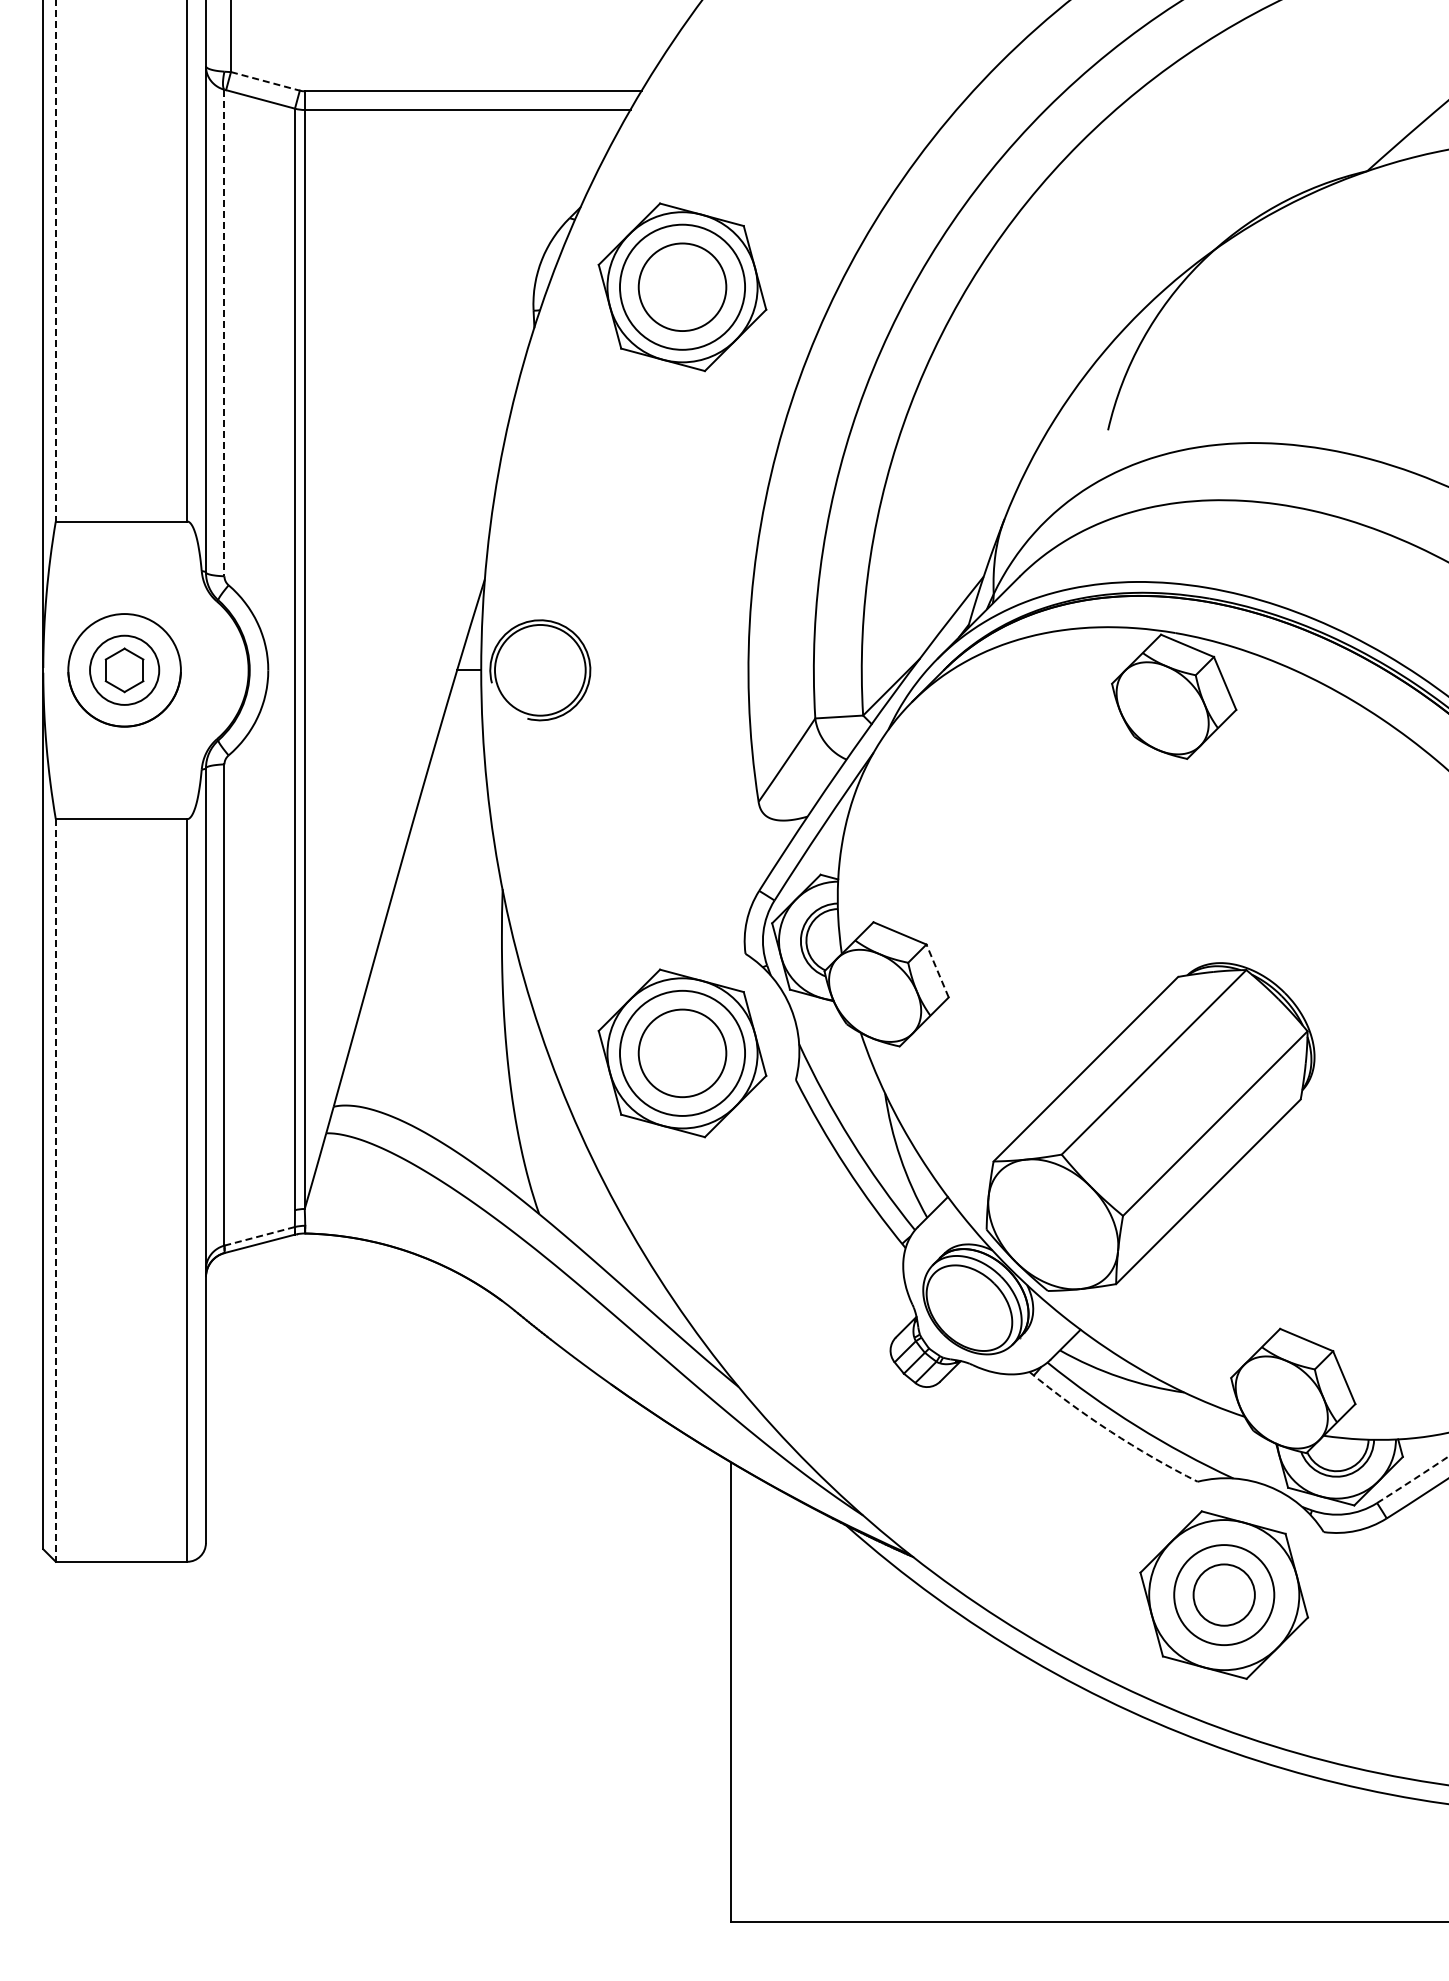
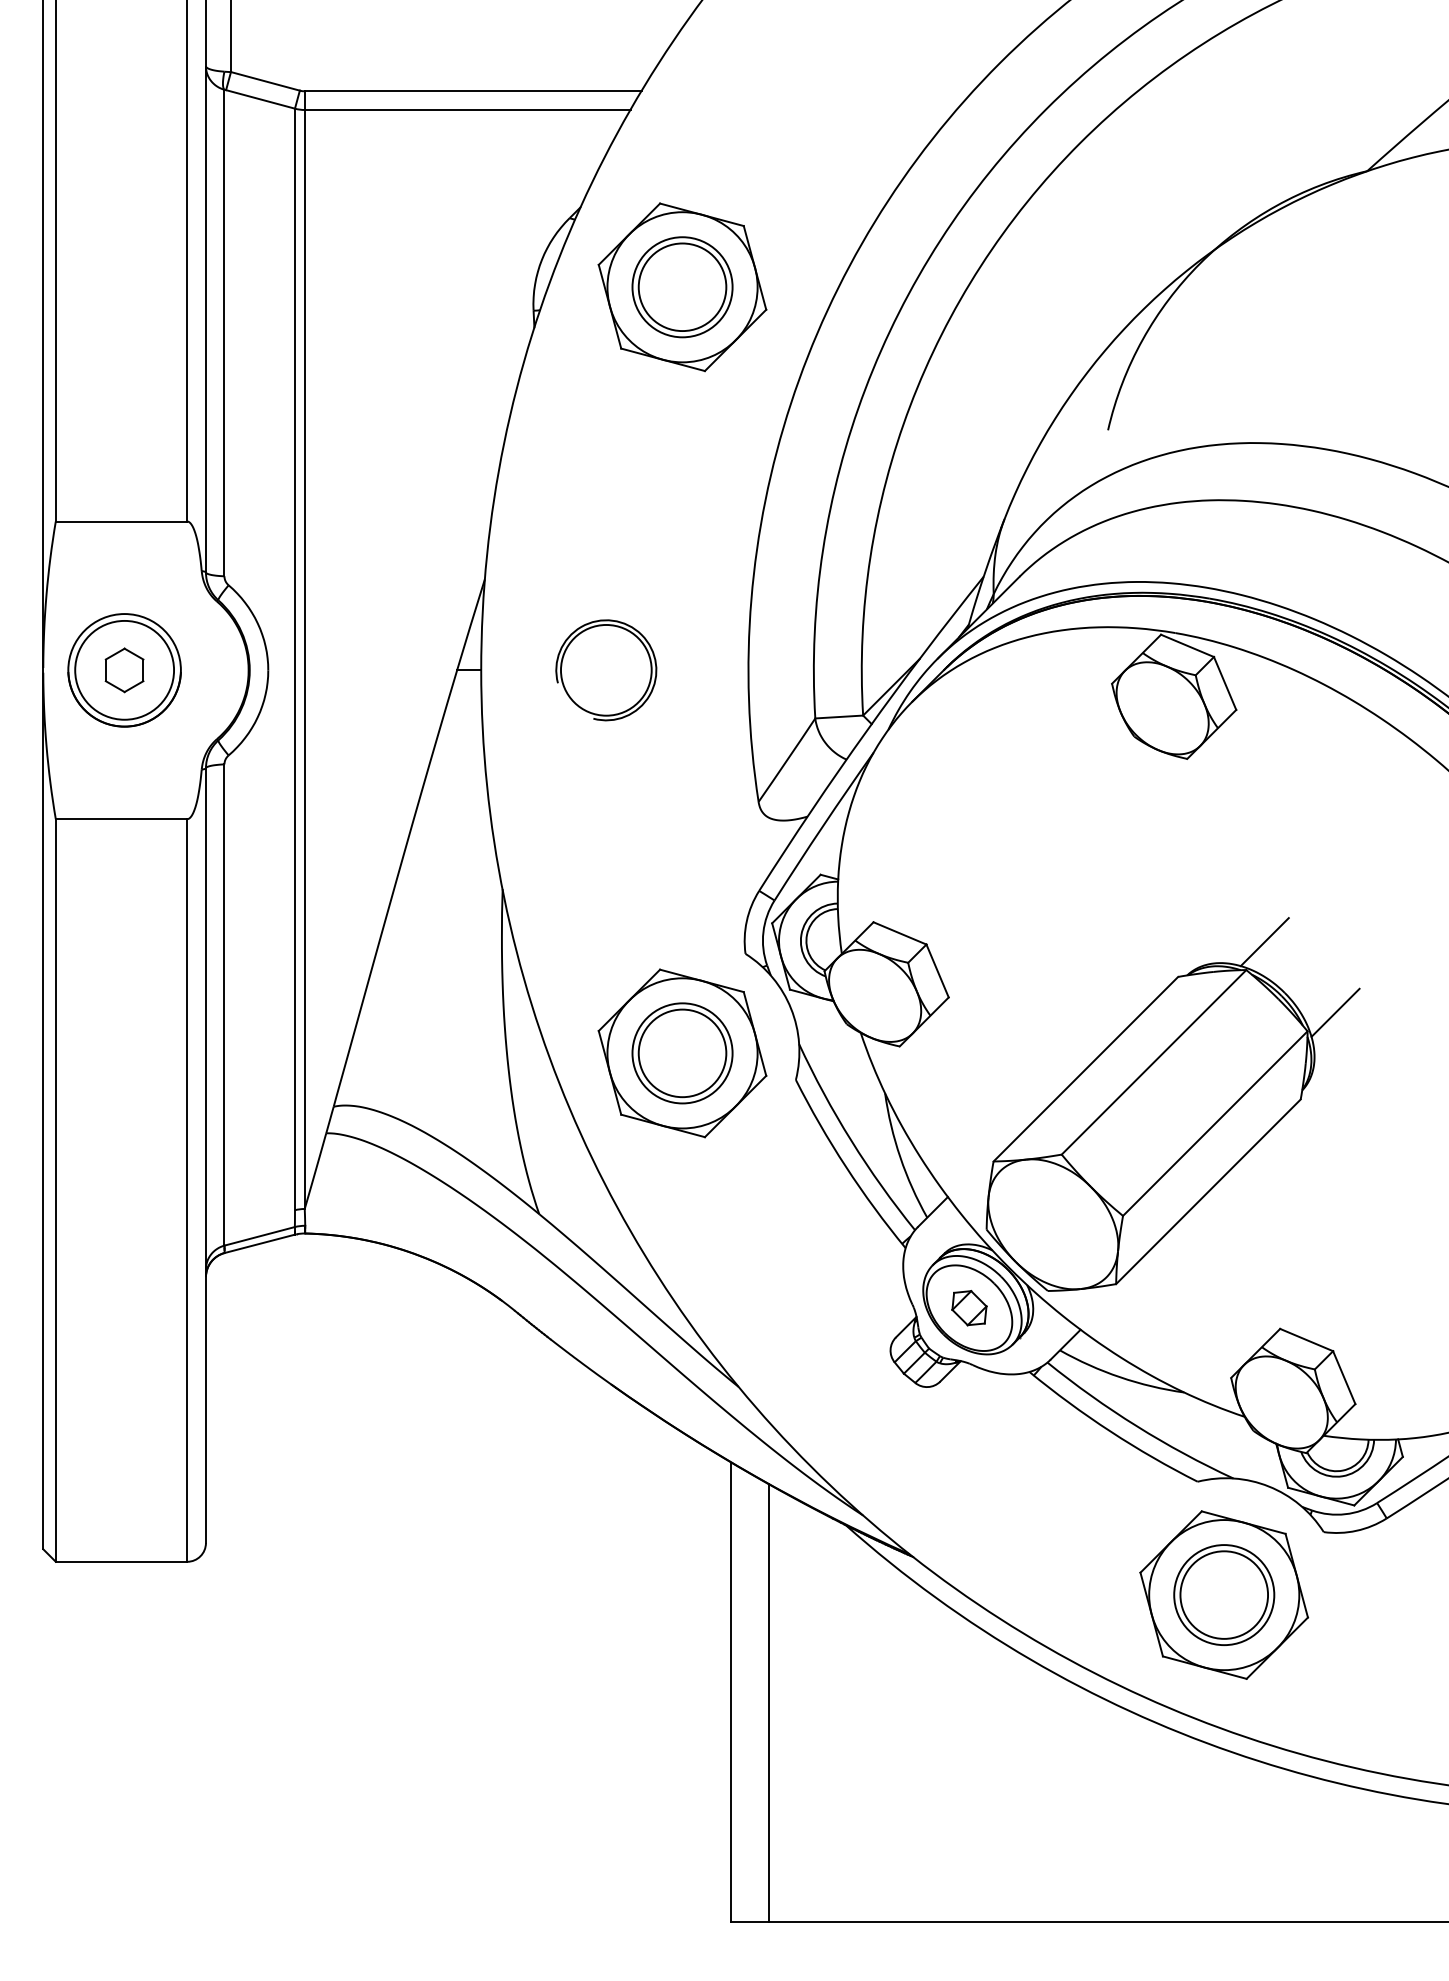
line at (265, 81): dashed -> solid
line at (55, 261): dashed -> solid
circle at (682, 286) diameter: 125 px -> 100 px
line at (224, 333): dashed -> solid
circle at (124, 669) diameter: 69 px -> 99 px
part at (540, 670) position: (540, 670) -> (606, 670)
line at (1264, 942): none -> present
line at (937, 971): dashed -> solid
line at (1335, 1012): none -> present
circle at (682, 1052) diameter: 125 px -> 100 px
line at (55, 1191): dashed -> solid
line at (259, 1236): dashed -> solid
part at (969, 1308): none -> present
arc at (1110, 1431): dashed -> solid
arc at (1413, 1479): dashed -> solid
circle at (1223, 1594) diameter: 61 px -> 88 px
line at (769, 1702): none -> present
